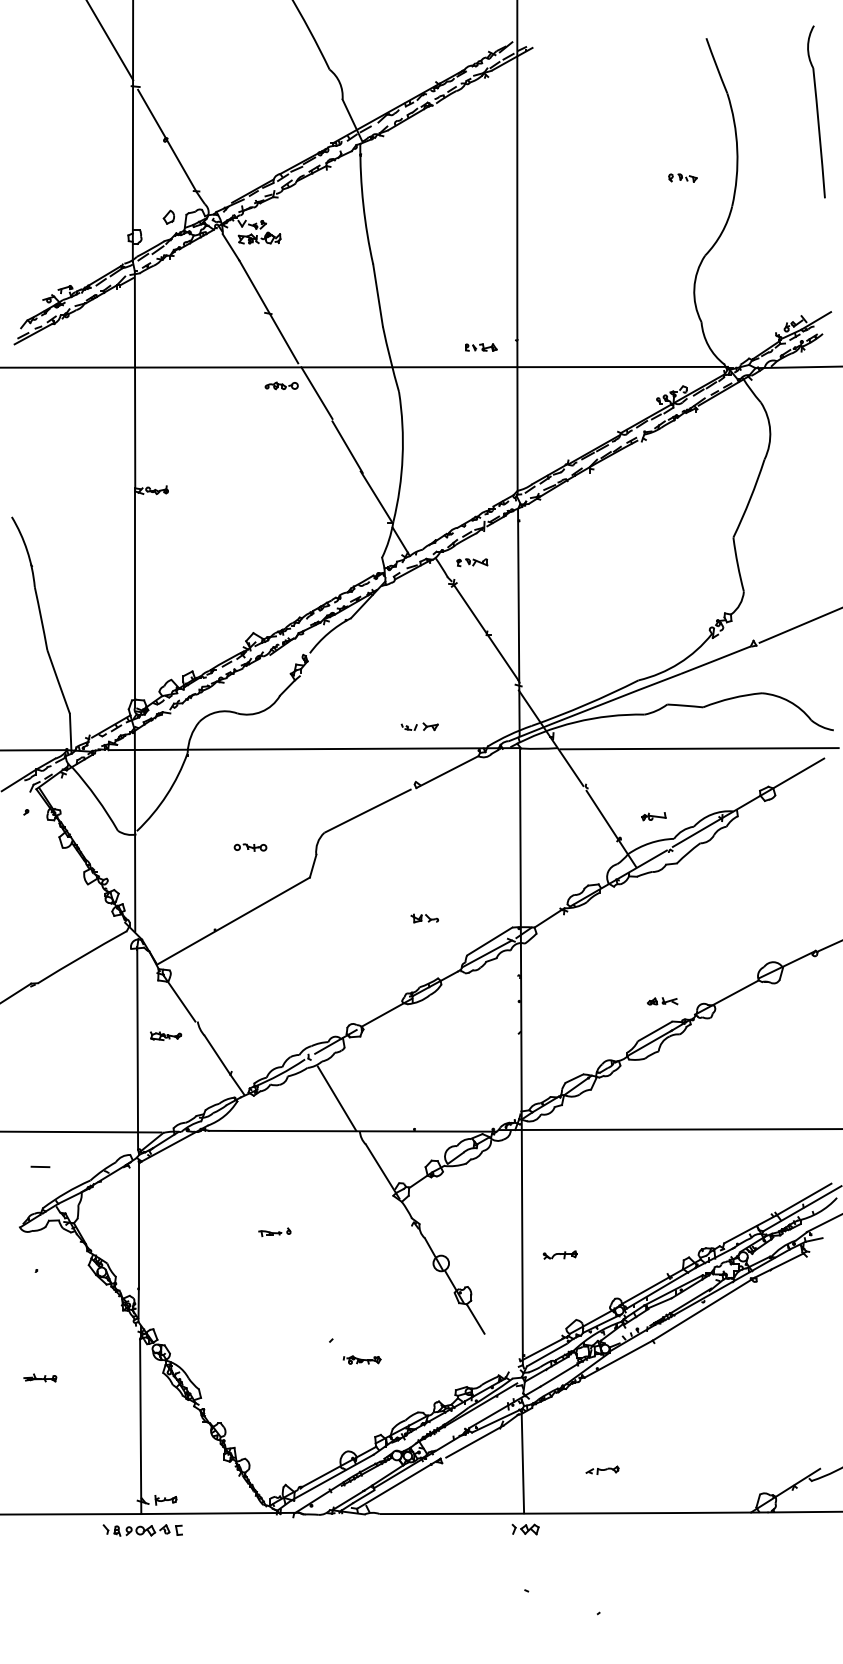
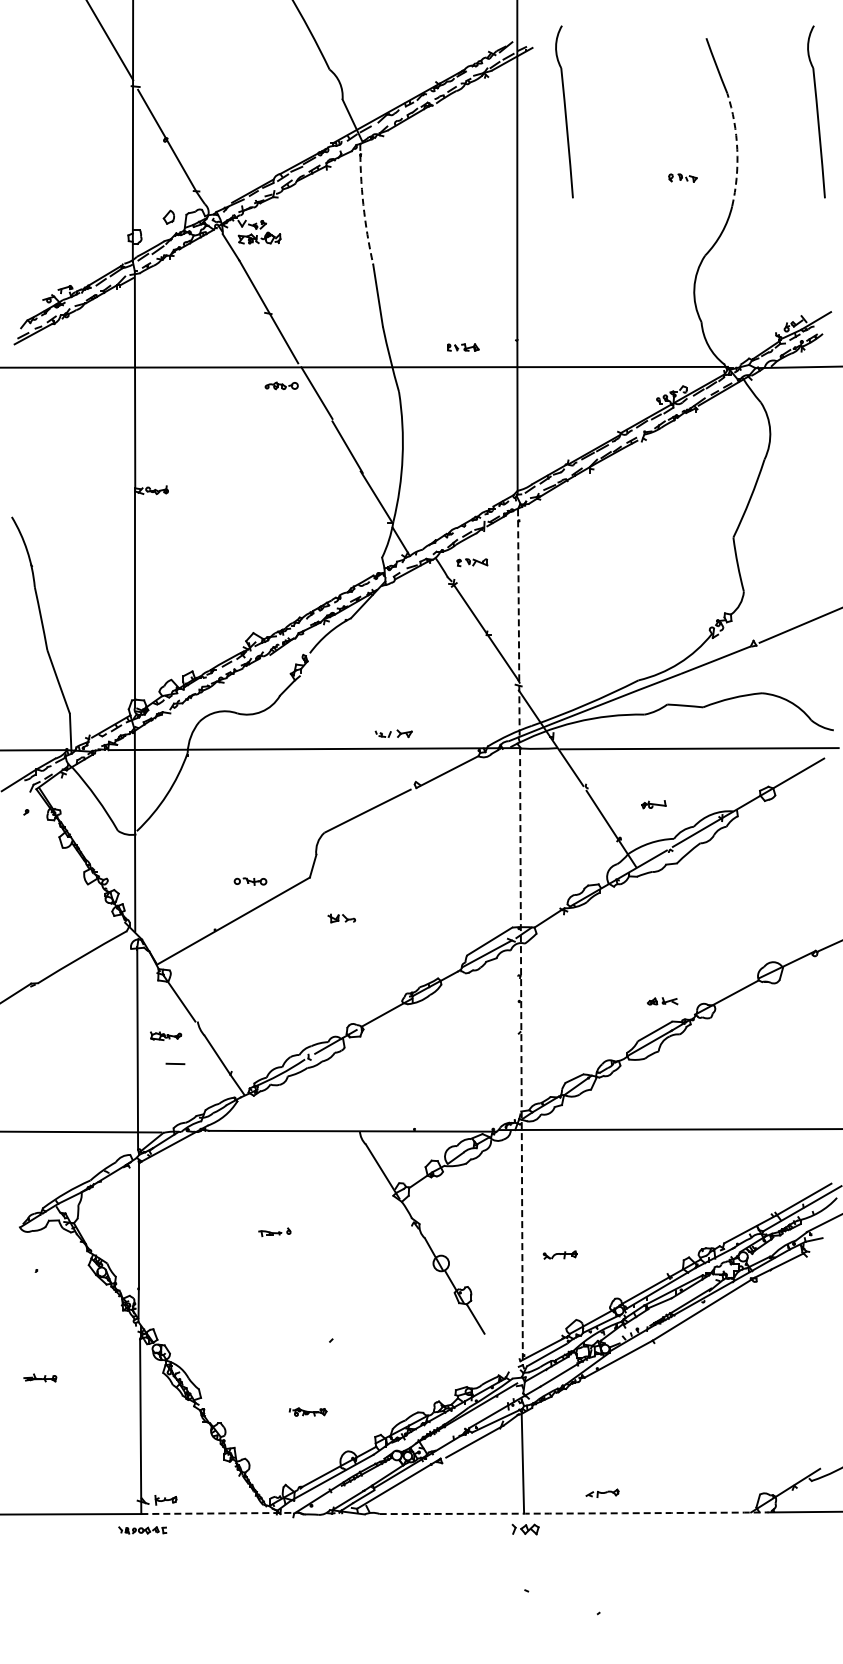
part at (564, 111): none -> present
arc at (737, 149): solid -> dashed
arc at (363, 204): solid -> dashed
part at (481, 347) position: (481, 347) -> (463, 347)
line at (518, 622): solid -> dashed
part at (419, 726) position: (419, 726) -> (393, 733)
part at (653, 816) position: (653, 816) -> (653, 804)
part at (250, 847) position: (250, 847) -> (250, 881)
part at (424, 918) position: (424, 918) -> (341, 918)
line at (521, 1056): solid -> dashed
line at (336, 1098): present -> none
line at (40, 1166) position: (40, 1166) -> (175, 1063)
part at (361, 1359) position: (361, 1359) -> (307, 1411)
part at (602, 1469) position: (602, 1469) -> (602, 1492)
line at (220, 1513): solid -> dashed
arc at (574, 1513): solid -> dashed
part at (142, 1530) size: 81x13 px -> 50x9 px
